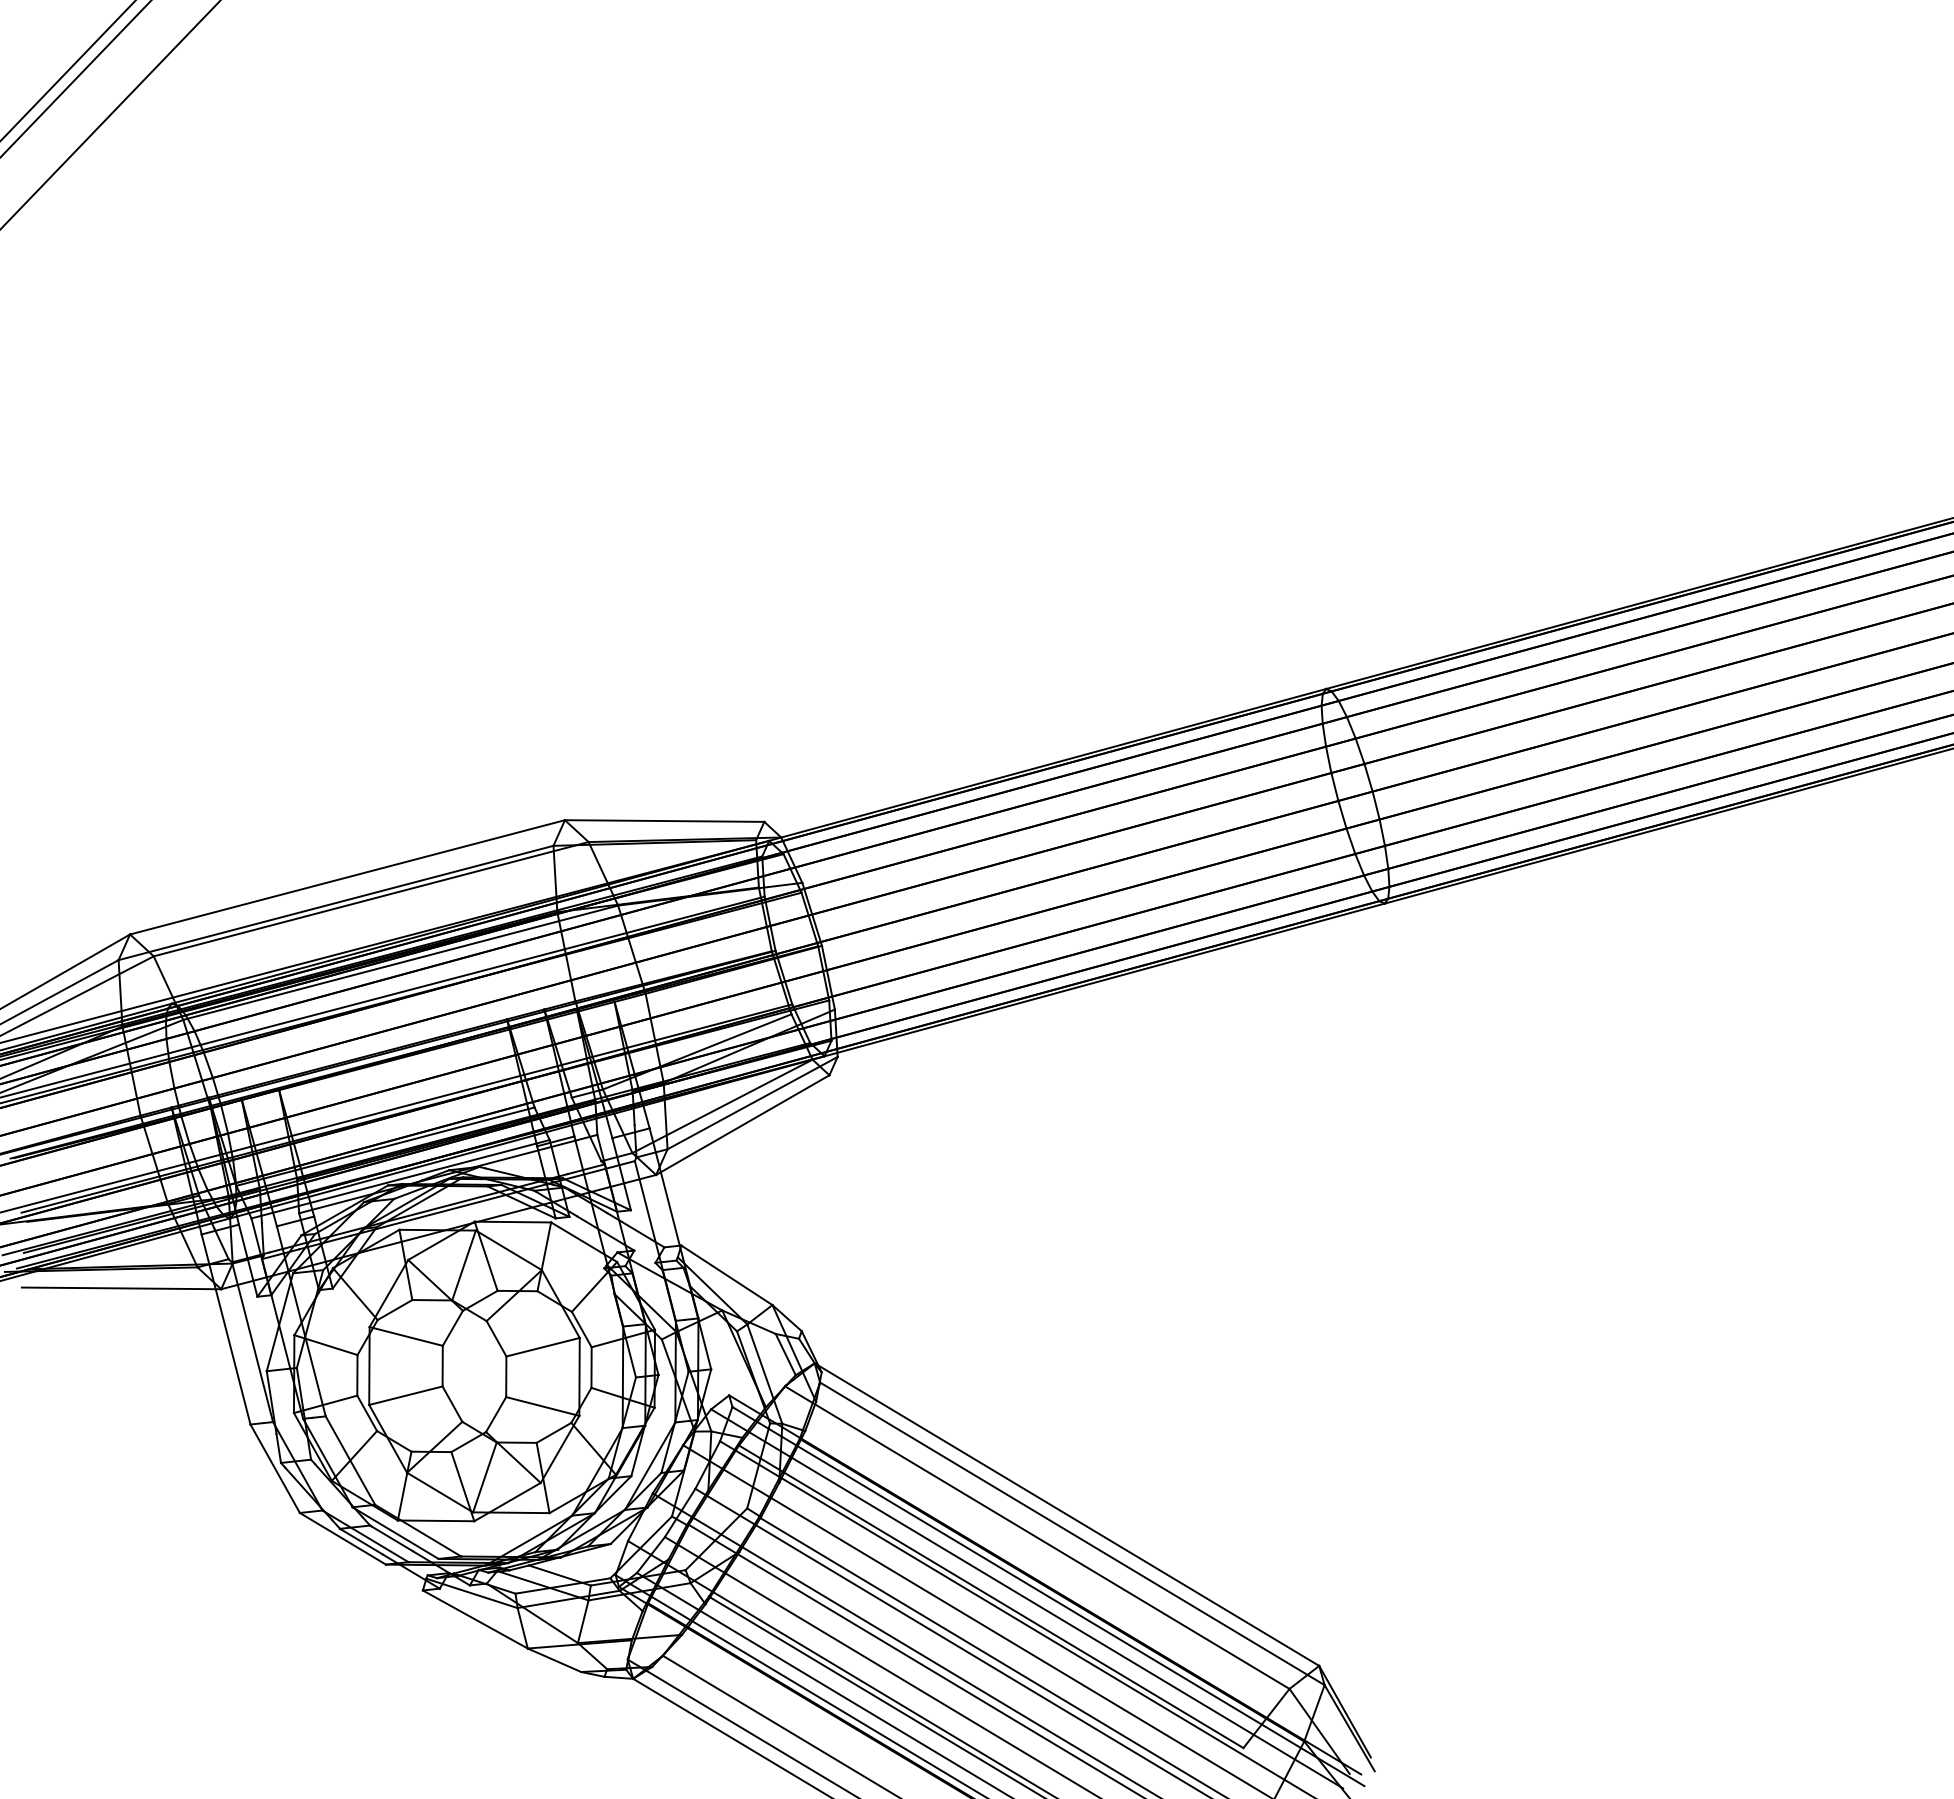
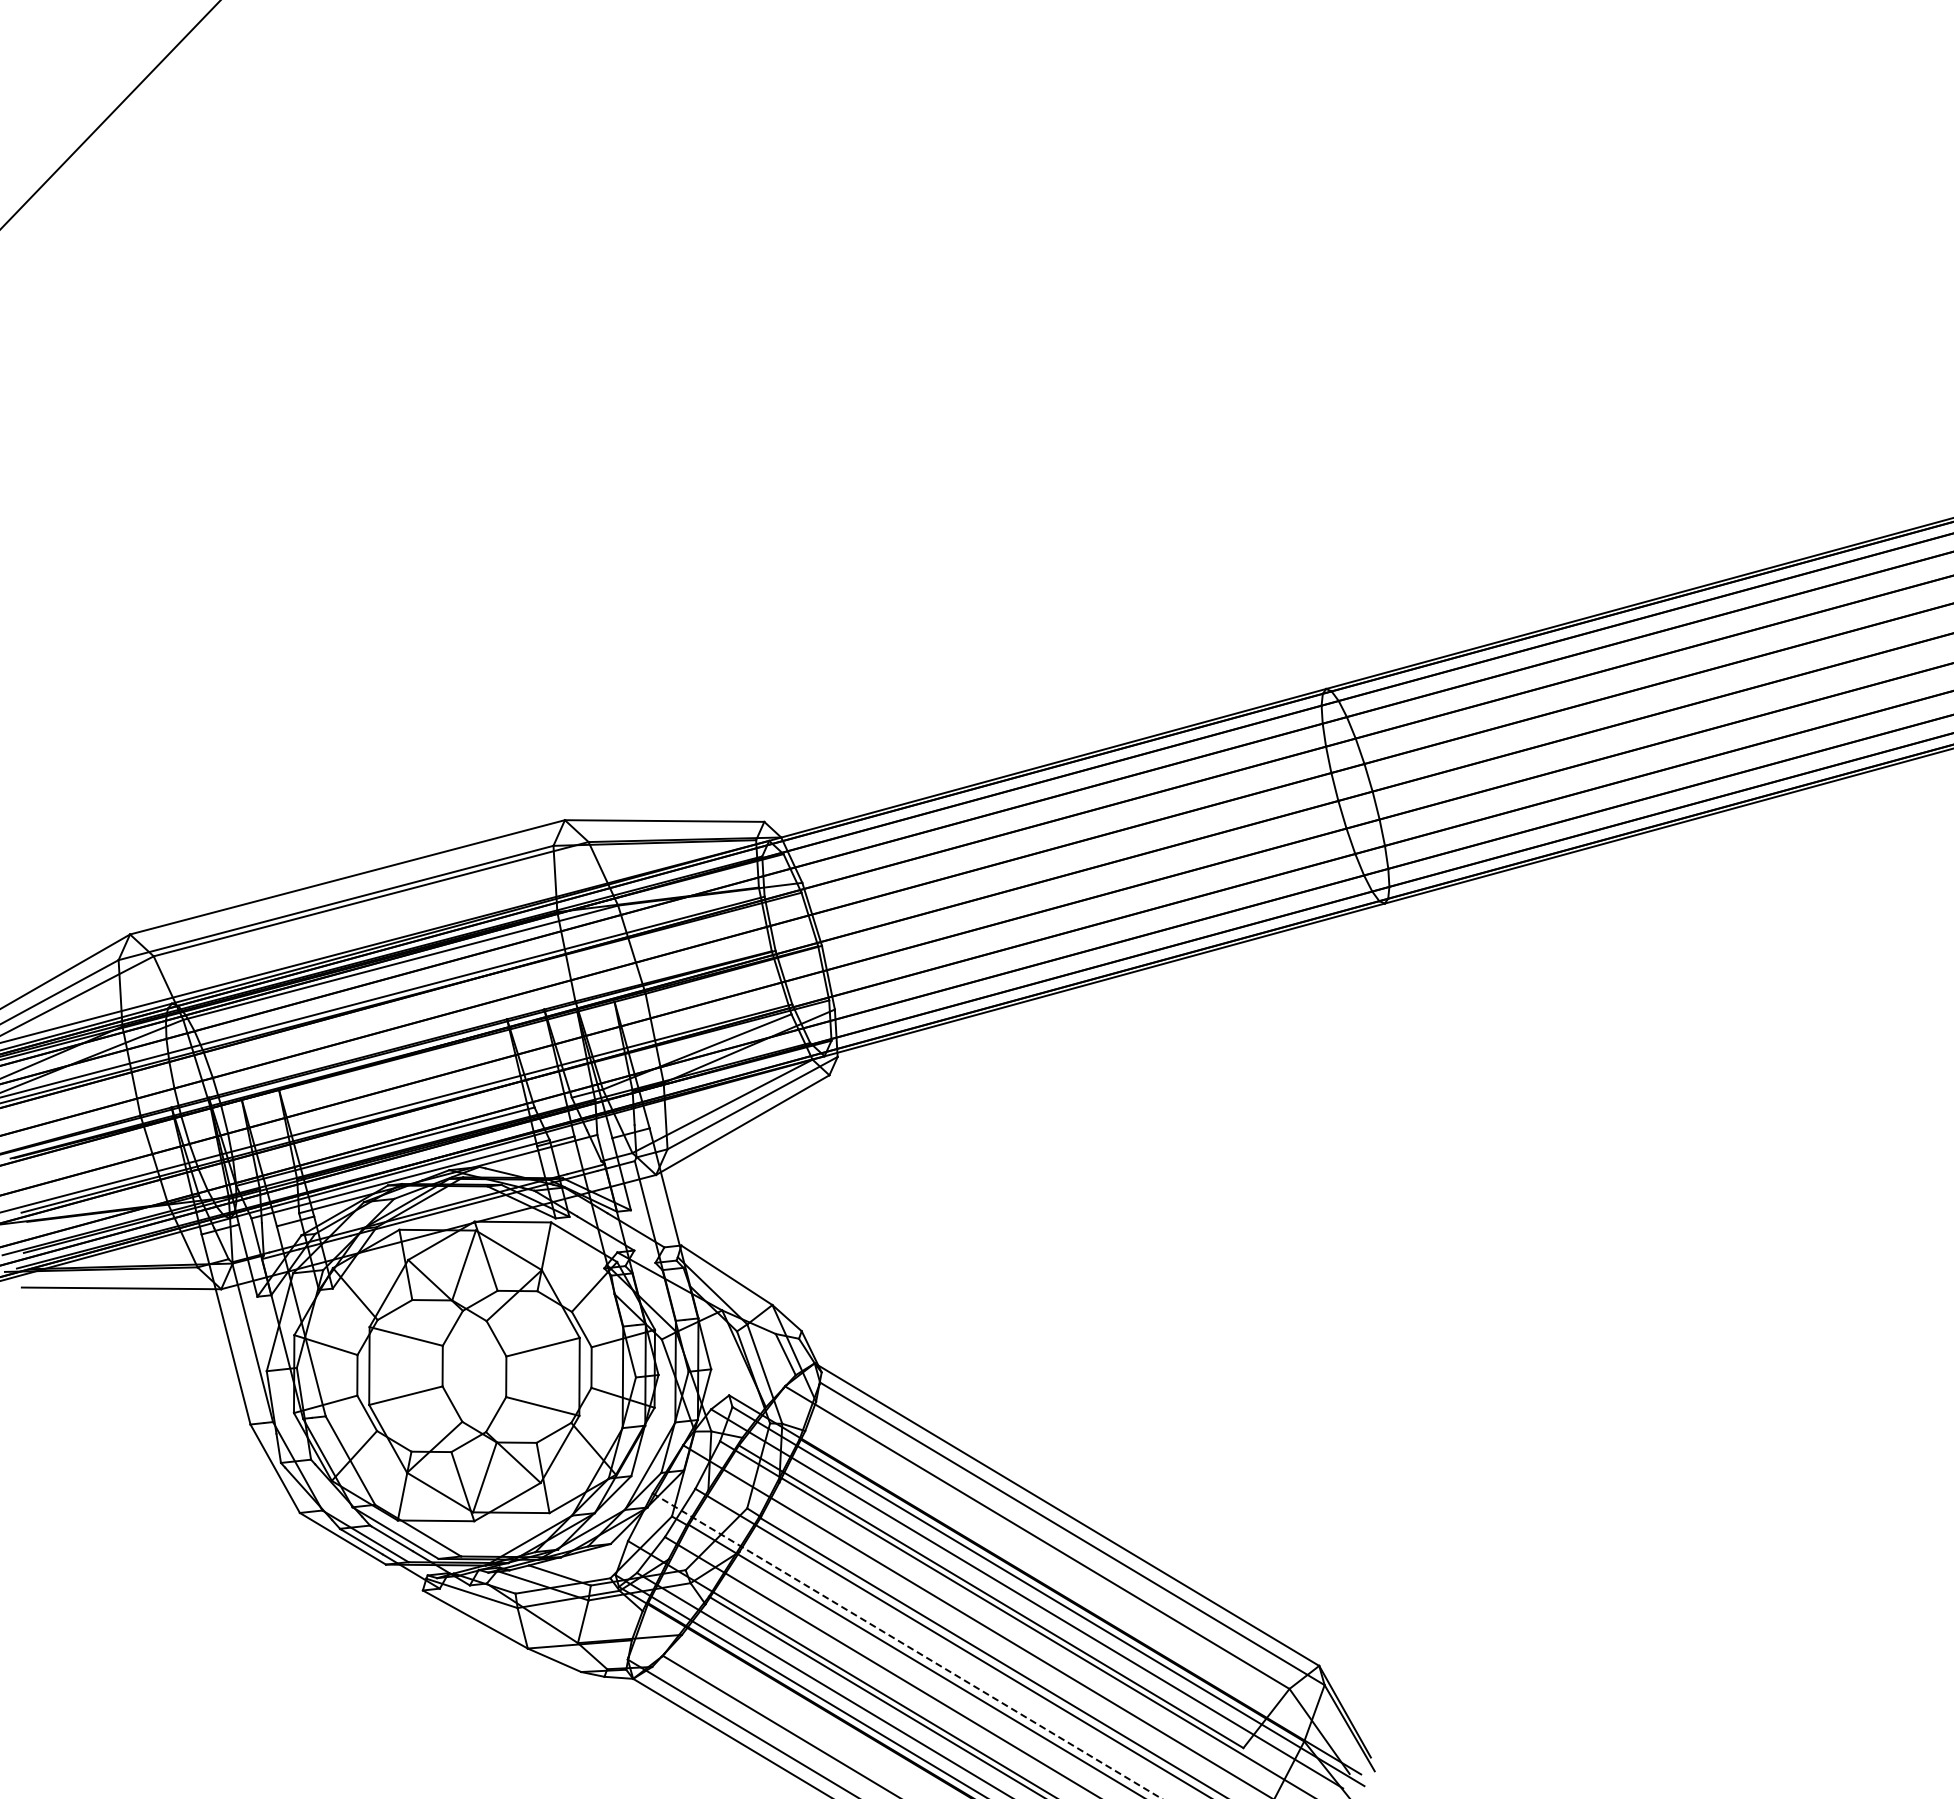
line at (67, 70): present -> none
line at (75, 78): present -> none
line at (907, 1646): solid -> dashed
